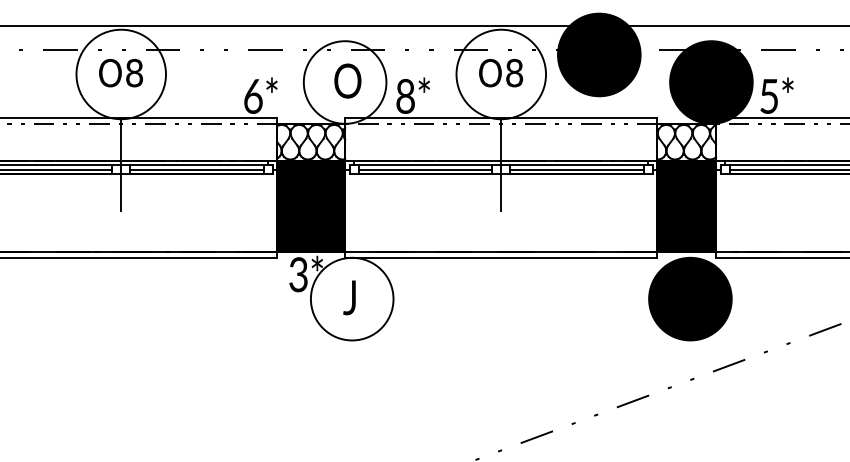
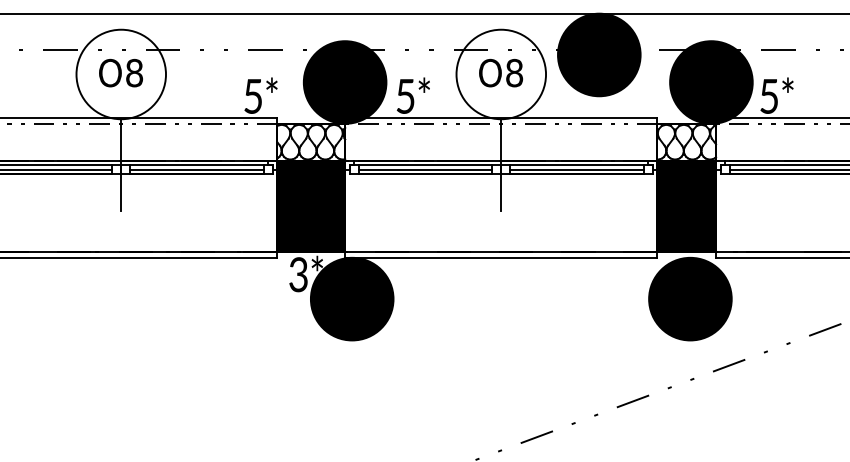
line at (424, 25) position: (424, 25) -> (424, 13)
fill at (344, 82): none -> present
text at (405, 95): 8 -> 5
text at (253, 96): 6 -> 5
fill at (351, 298): none -> present
